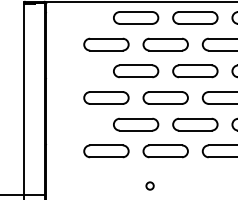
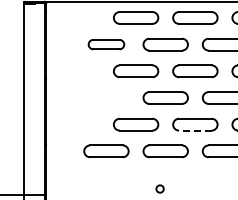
part at (106, 44) size: 47x15 px -> 39x12 px
part at (106, 97): present -> none
line at (194, 130): solid -> dashed
circle at (149, 185) position: (149, 185) -> (159, 188)
